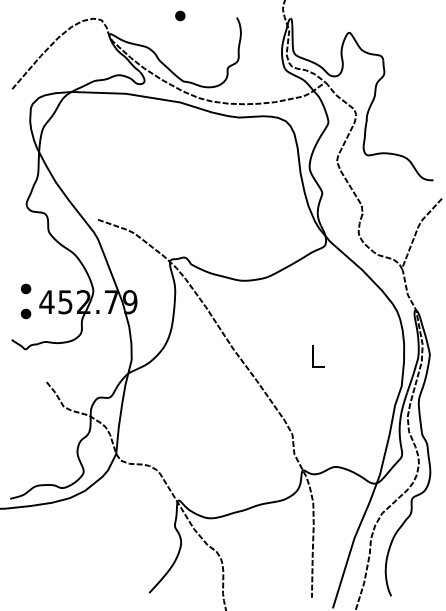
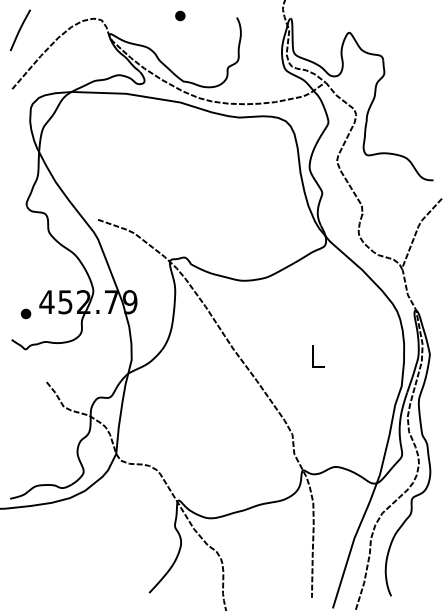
line at (19, 30): none -> present
part at (25, 288): present -> none
